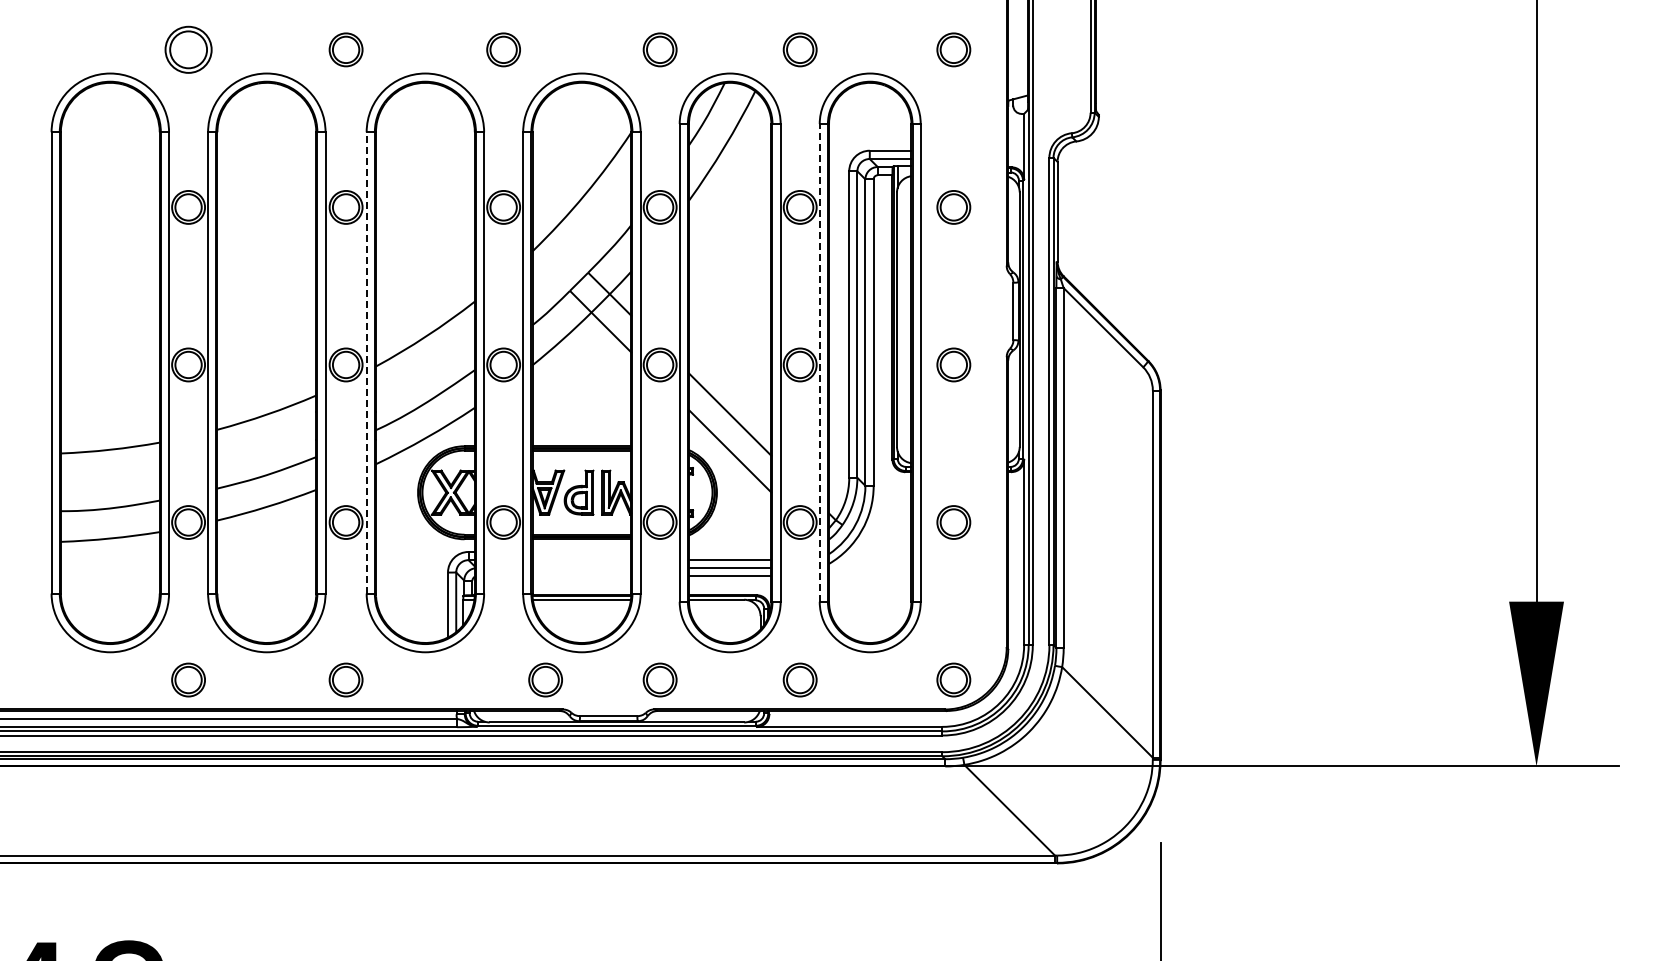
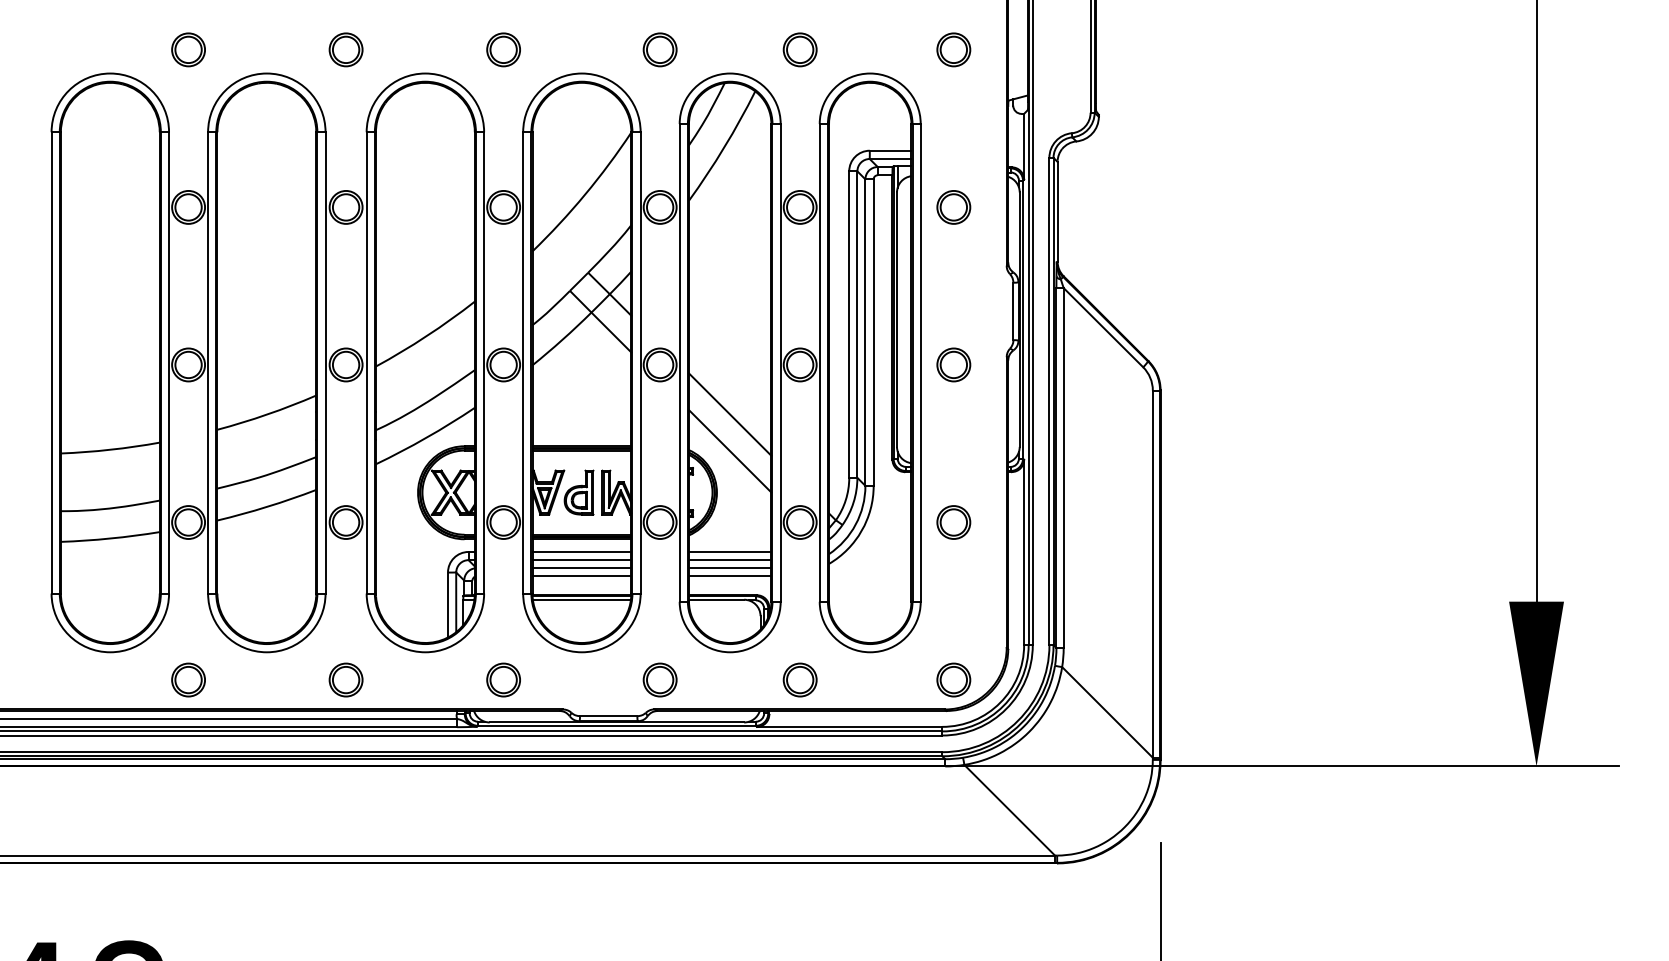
part at (188, 49) size: 49x49 px -> 35x36 px
line at (366, 362): dashed -> solid
line at (819, 362): dashed -> solid
line at (581, 552): none -> present
line at (730, 552): none -> present
line at (581, 560): none -> present
line at (581, 568): none -> present
line at (581, 576): none -> present
part at (545, 679) position: (545, 679) -> (503, 679)
